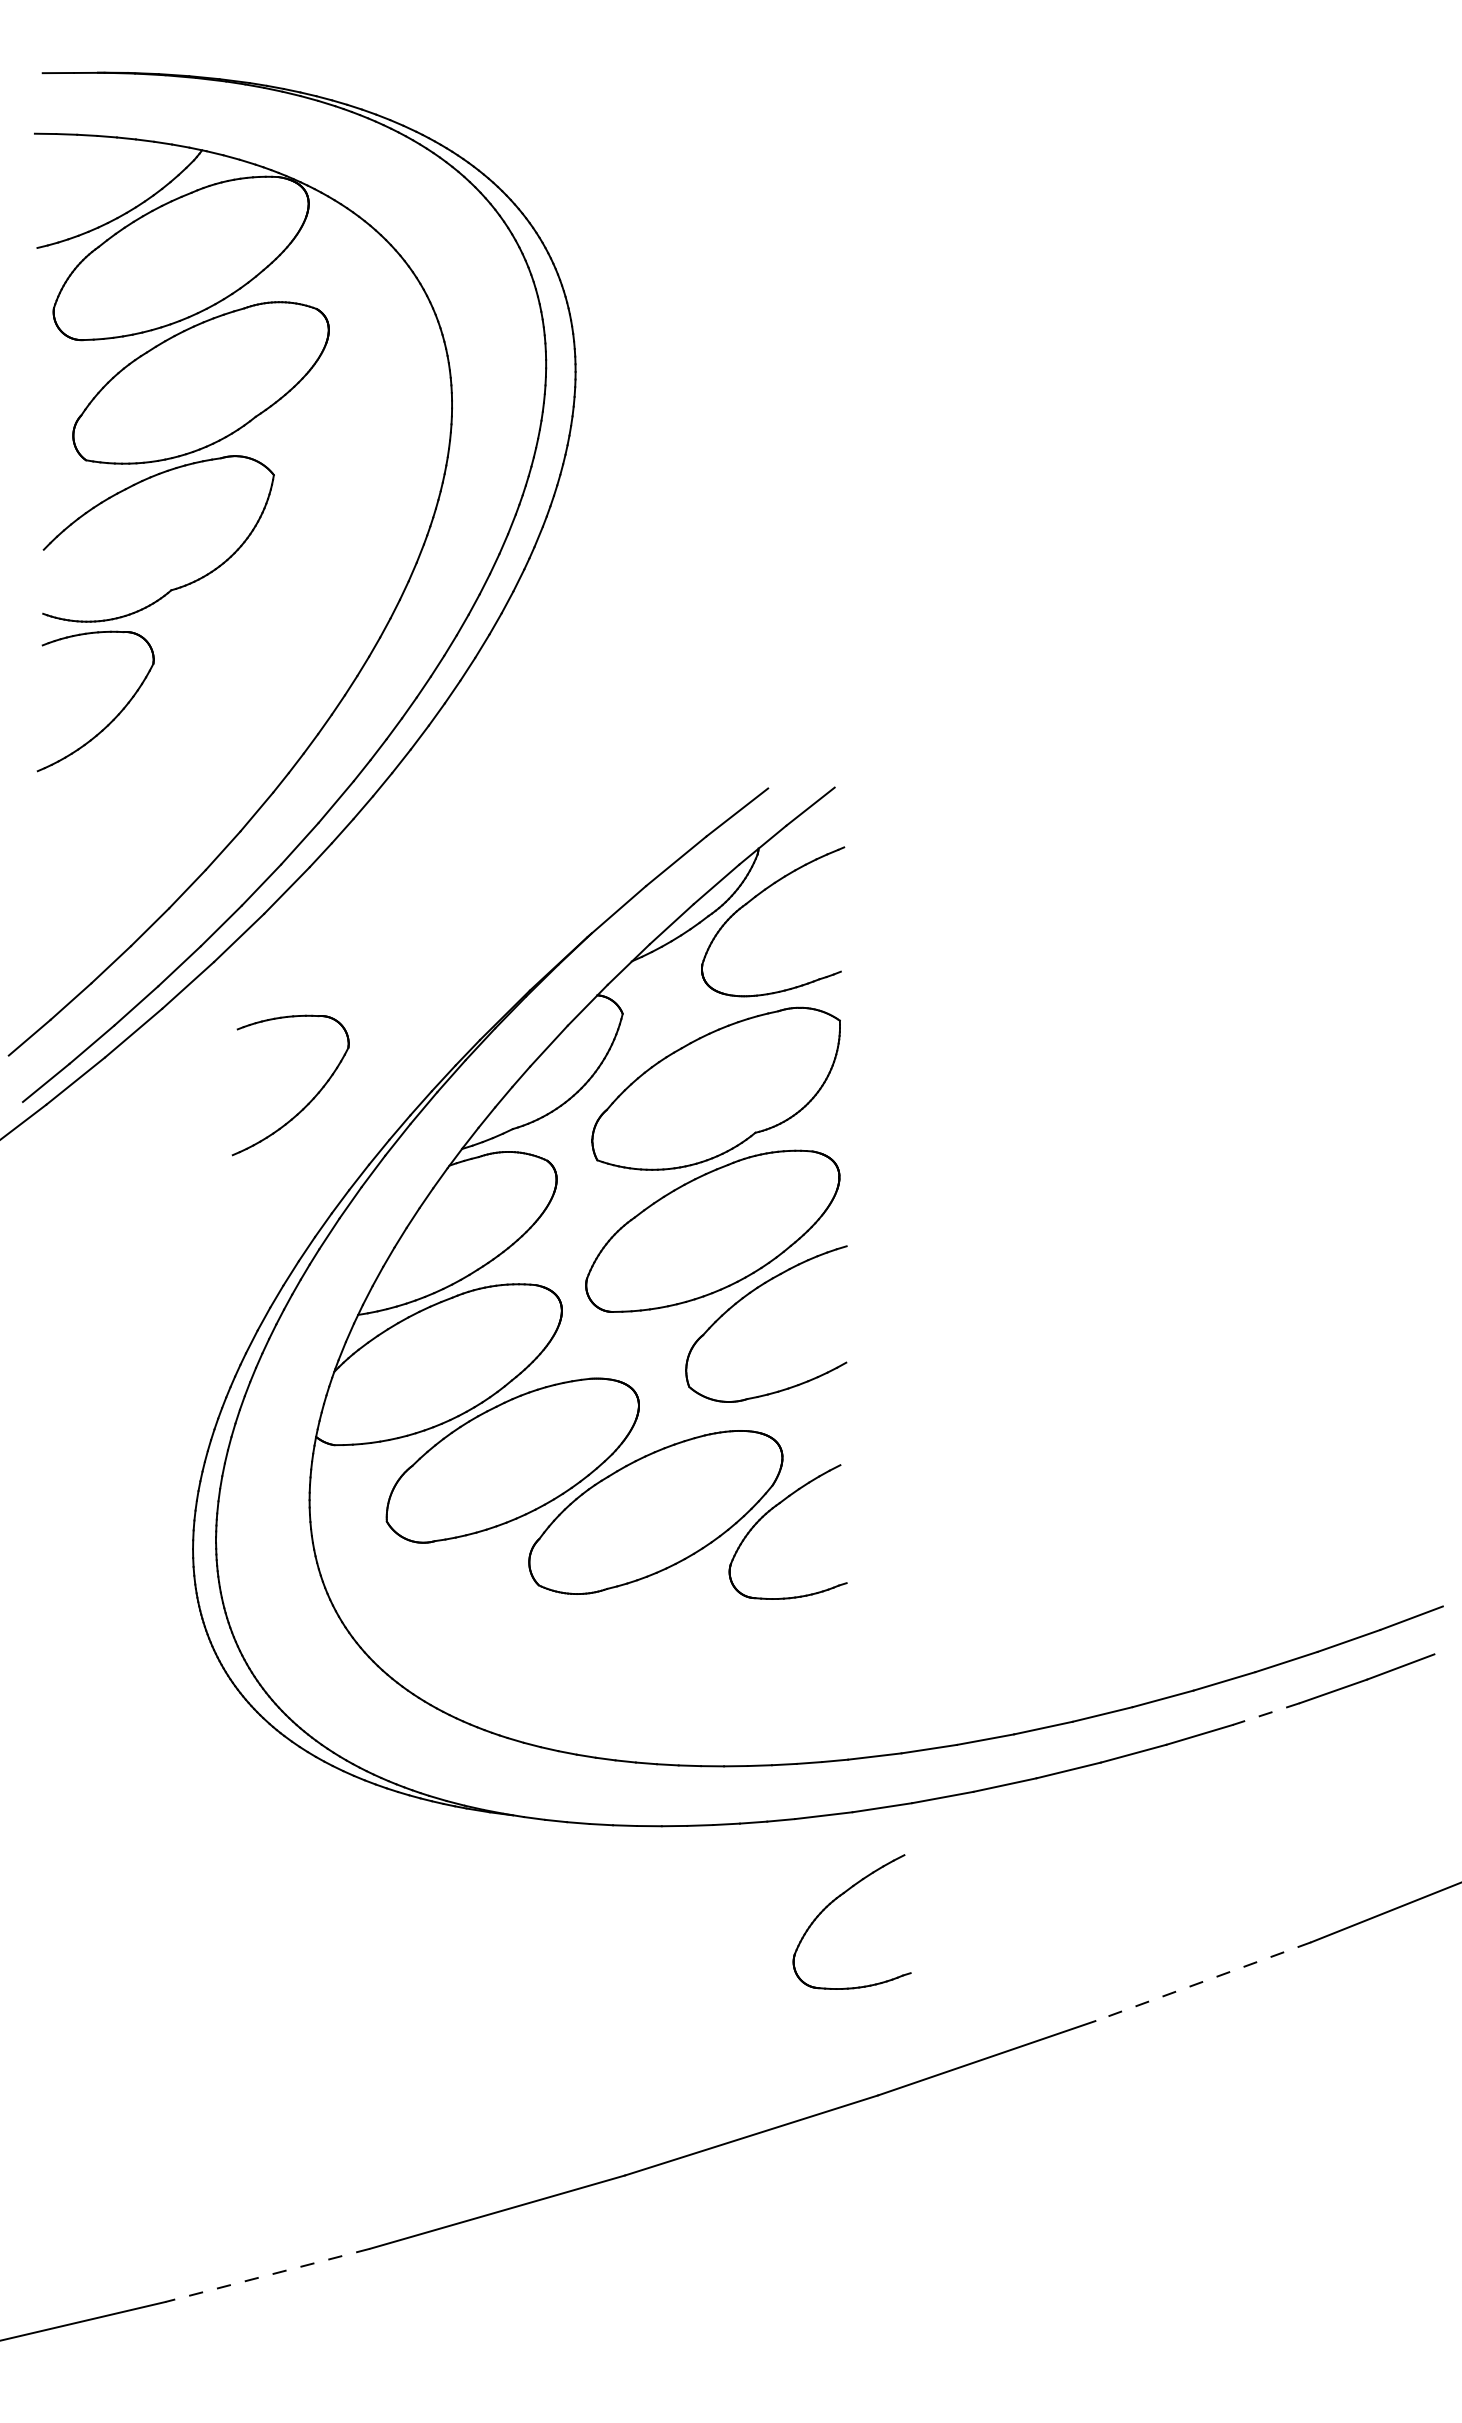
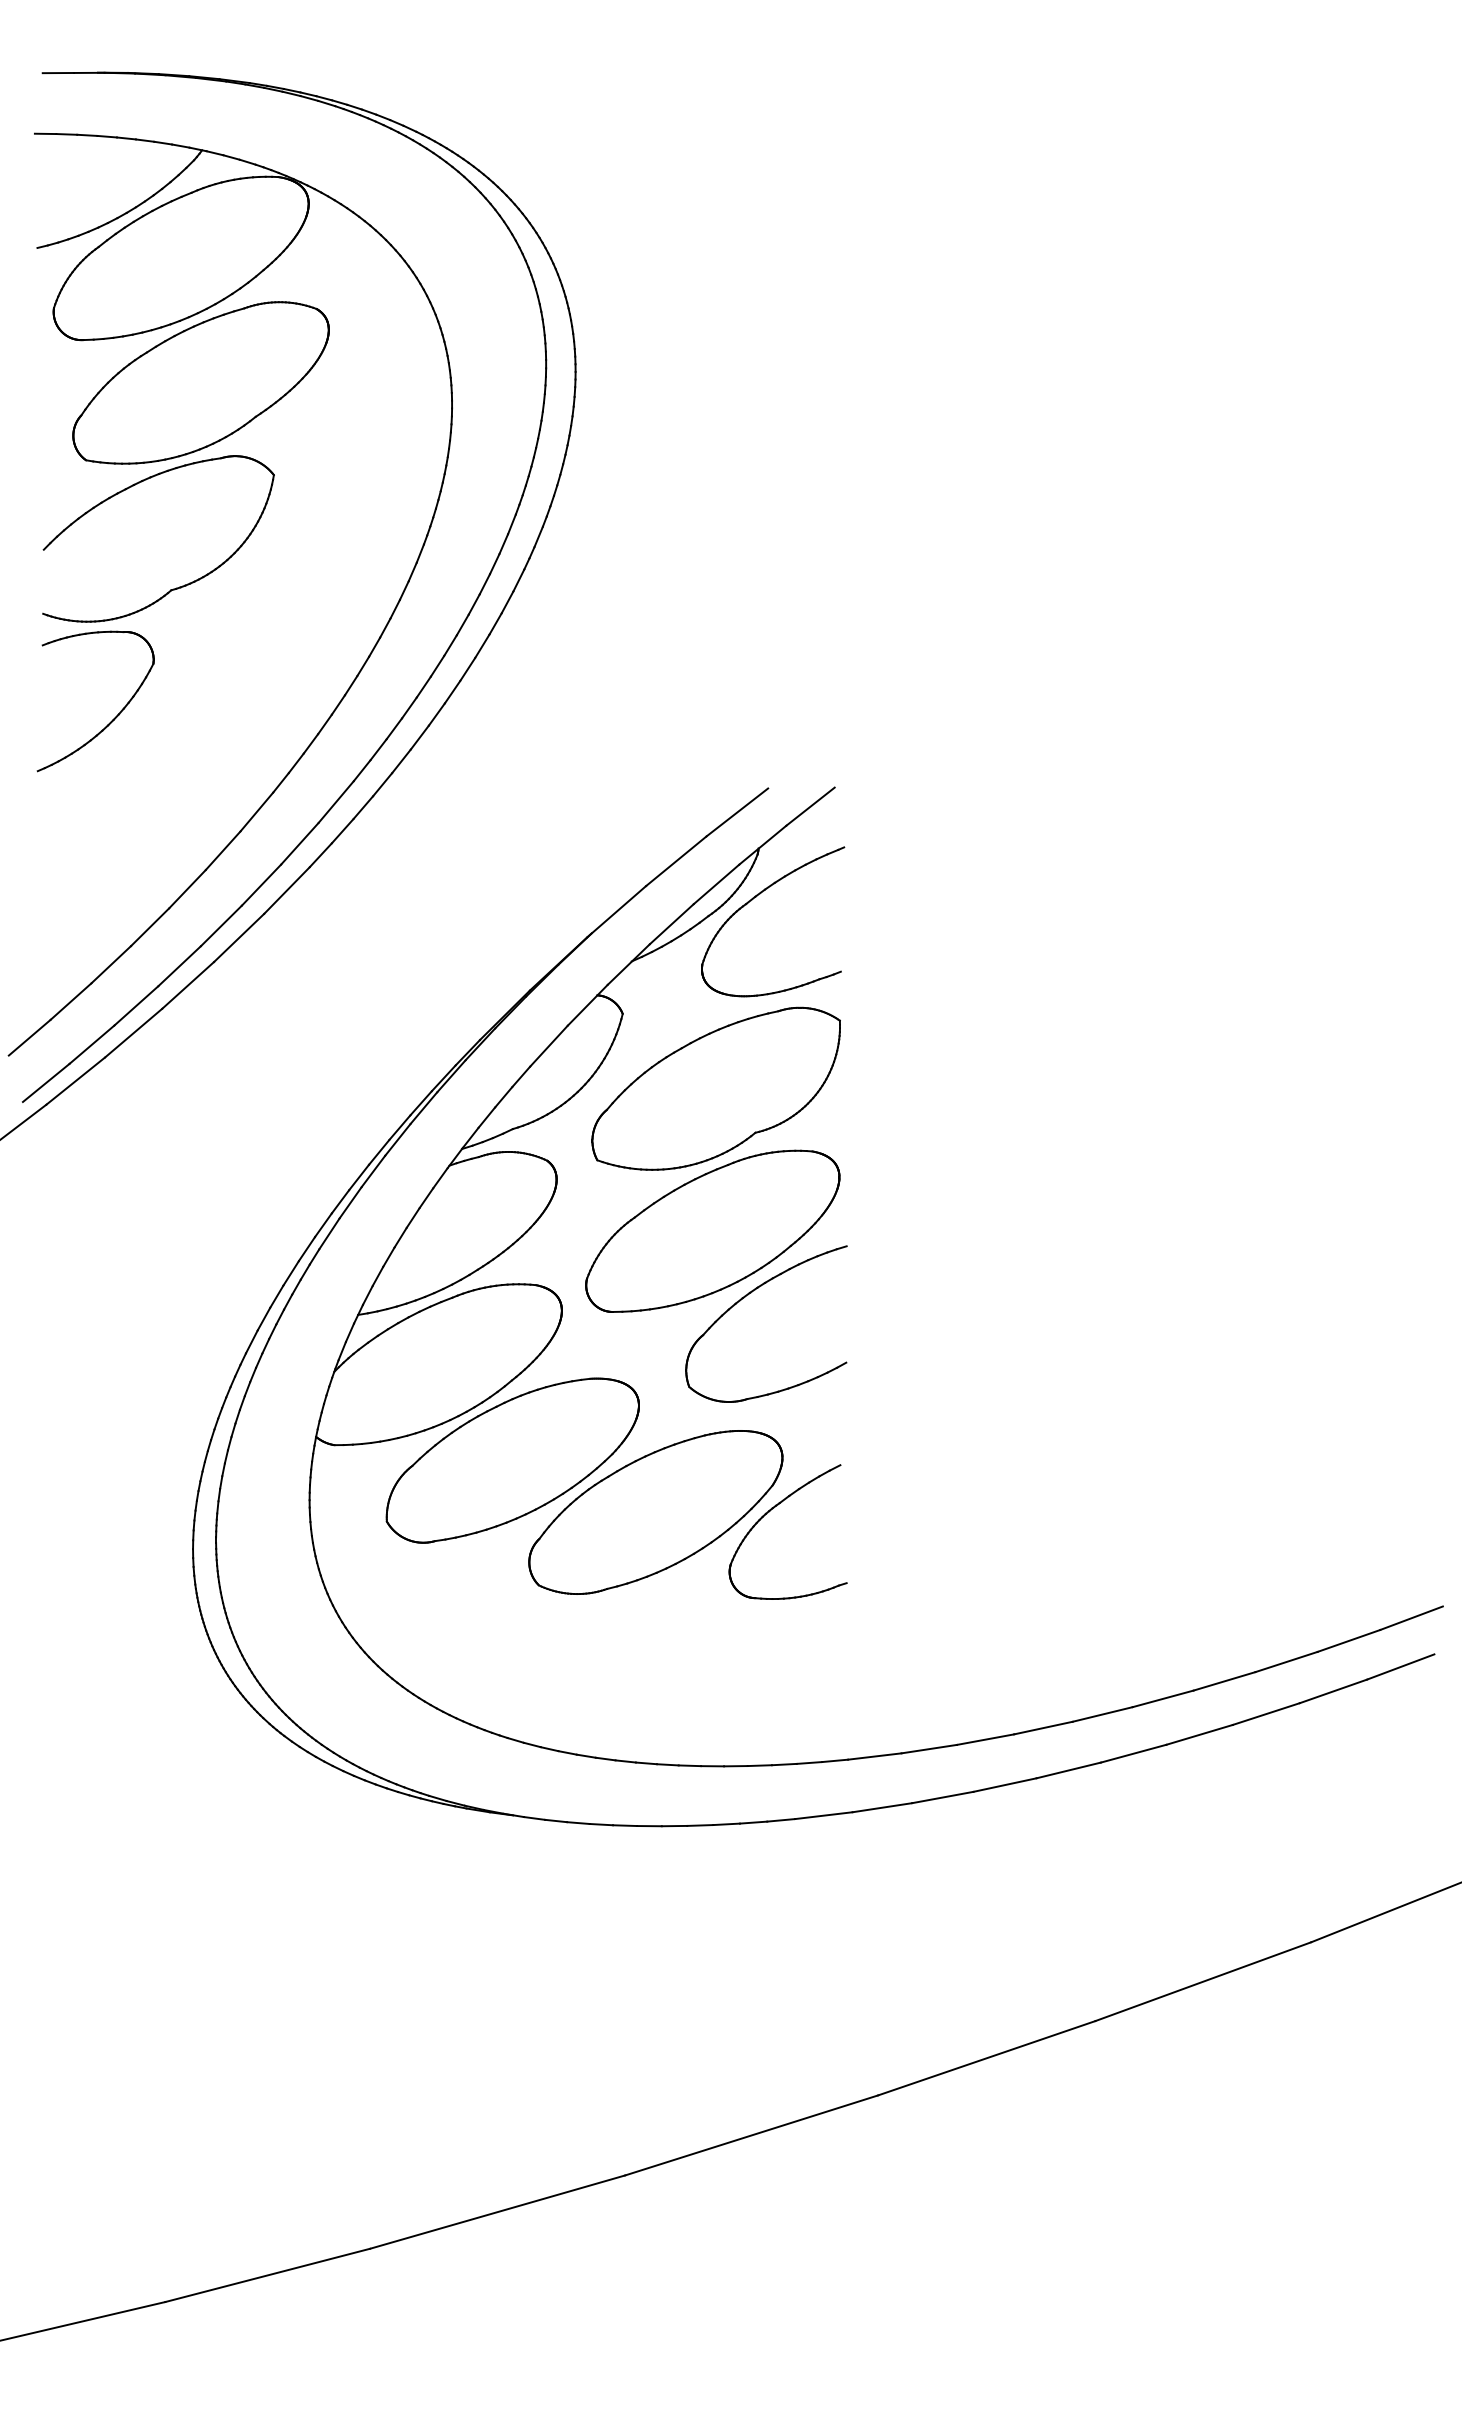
part at (308, 1102): present -> none
line at (1265, 1714): dashed -> solid
part at (833, 1902): present -> none
line at (1203, 1981): dashed -> solid
line at (267, 2275): dashed -> solid
